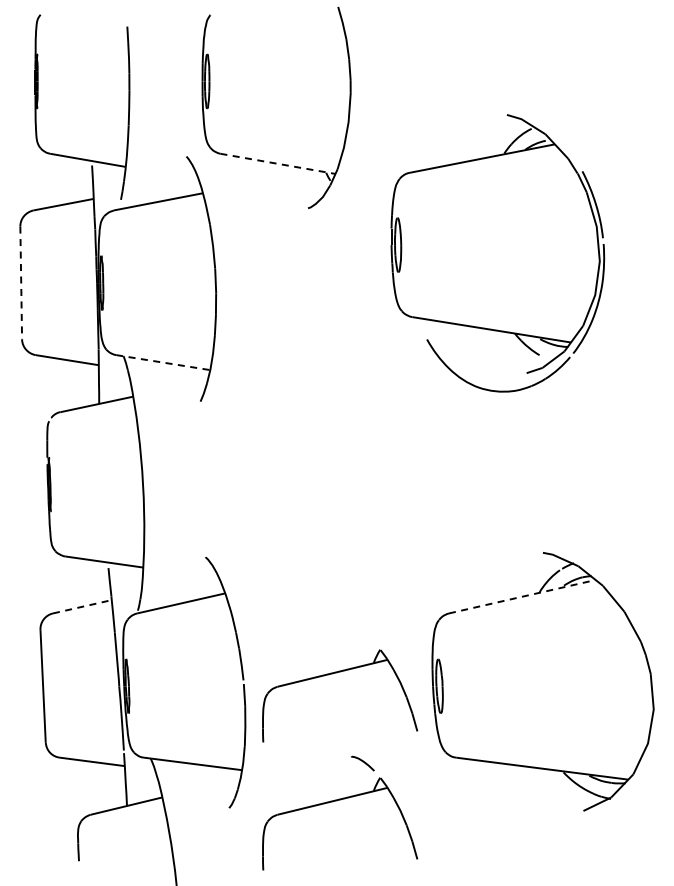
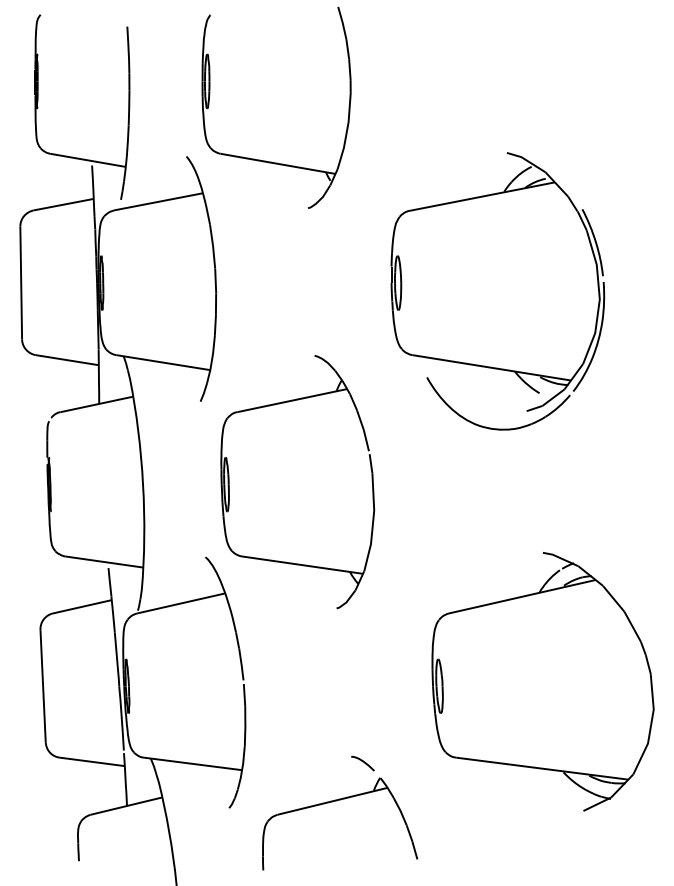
line at (278, 163): dashed -> solid
part at (497, 253) position: (497, 253) -> (497, 291)
line at (21, 283): dashed -> solid
line at (163, 362): dashed -> solid
part at (229, 482): none -> present
line at (522, 596): dashed -> solid
line at (82, 606): dashed -> solid
part at (336, 673): present -> none
